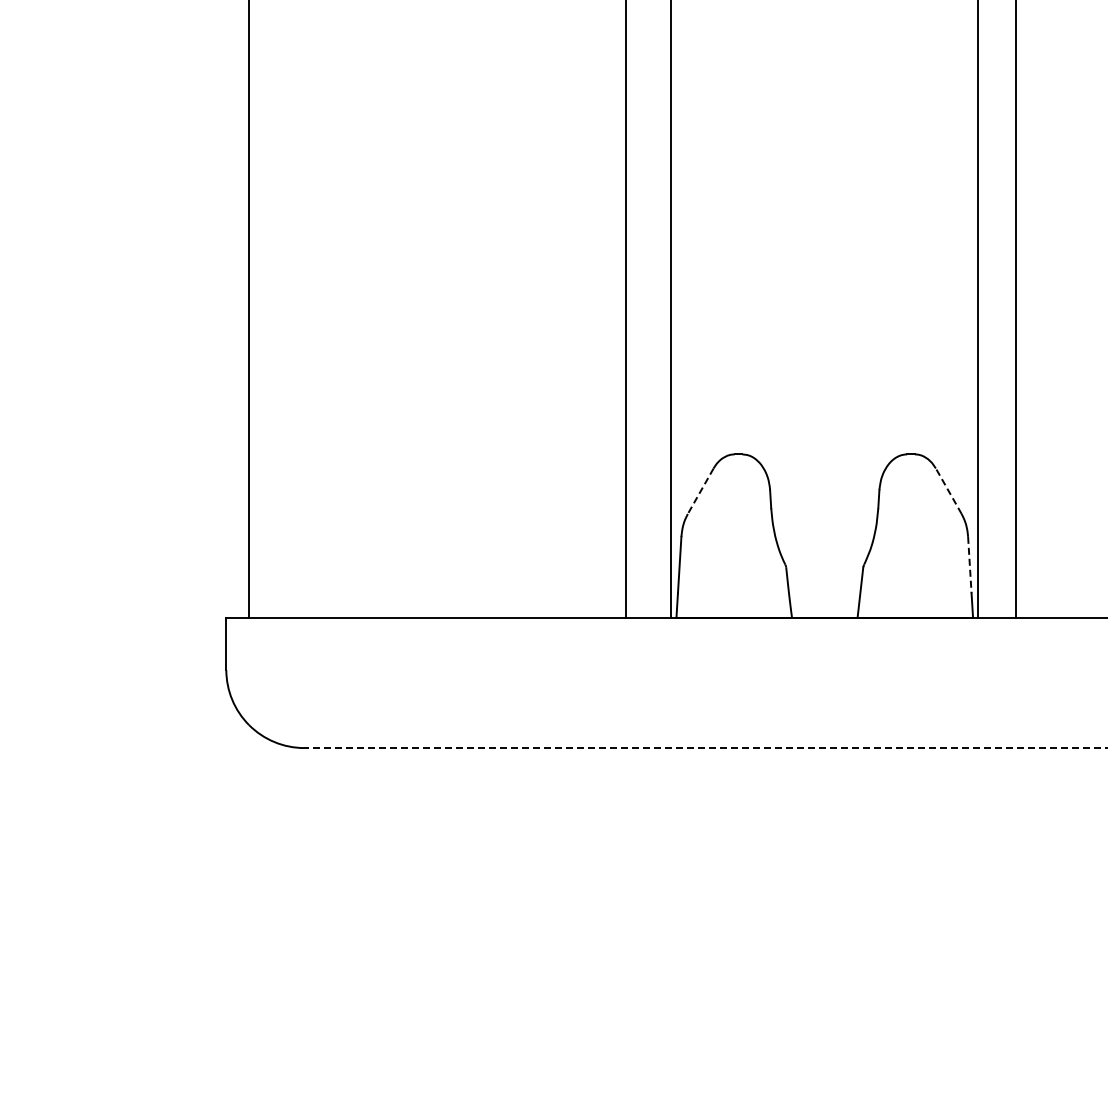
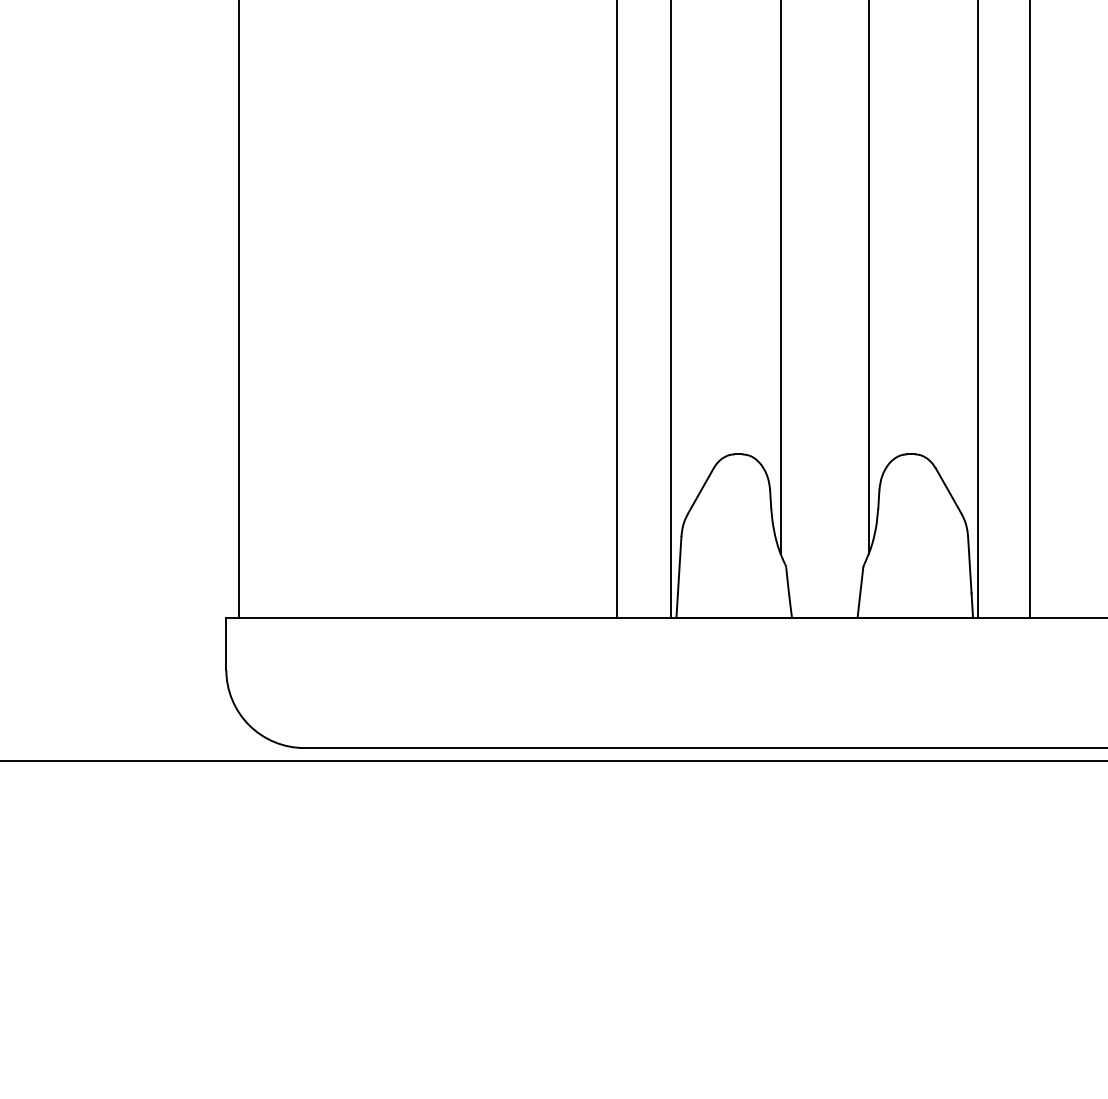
line at (780, 277): none -> present
line at (868, 277): none -> present
line at (249, 309) position: (249, 309) -> (239, 309)
line at (625, 309) position: (625, 309) -> (616, 309)
line at (1016, 309) position: (1016, 309) -> (1030, 309)
line at (948, 490): dashed -> solid
line at (700, 491): dashed -> solid
line at (969, 565): dashed -> solid
line at (705, 748): dashed -> solid
line at (553, 761): none -> present
